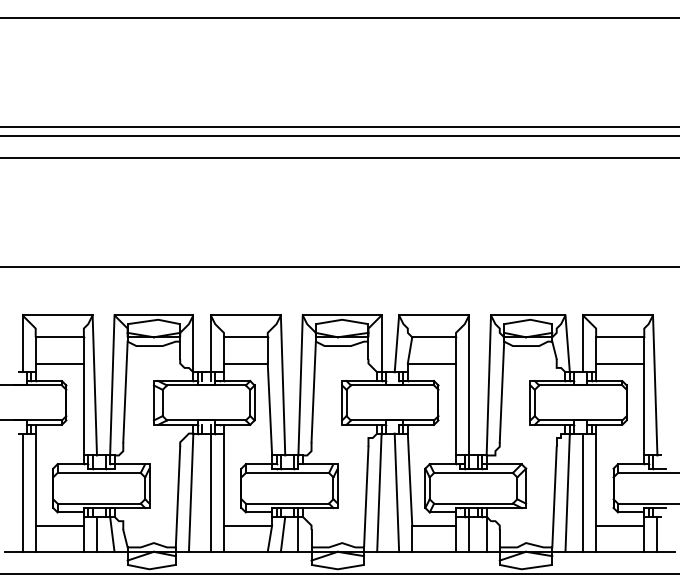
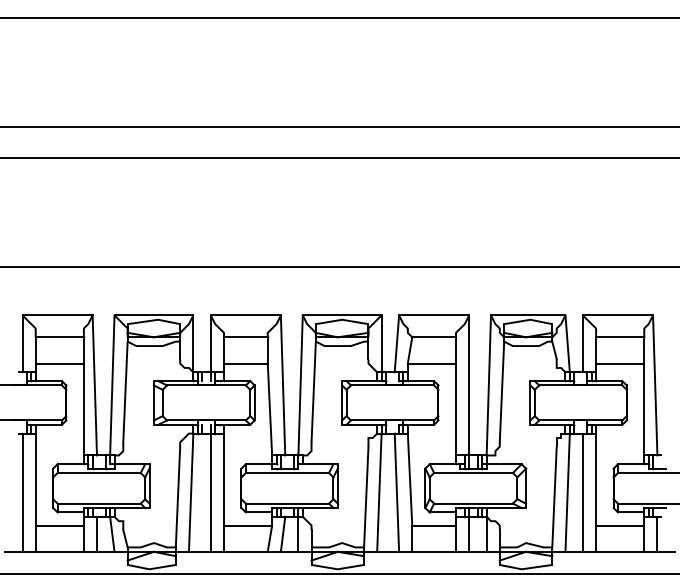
line at (339, 135): present -> none
